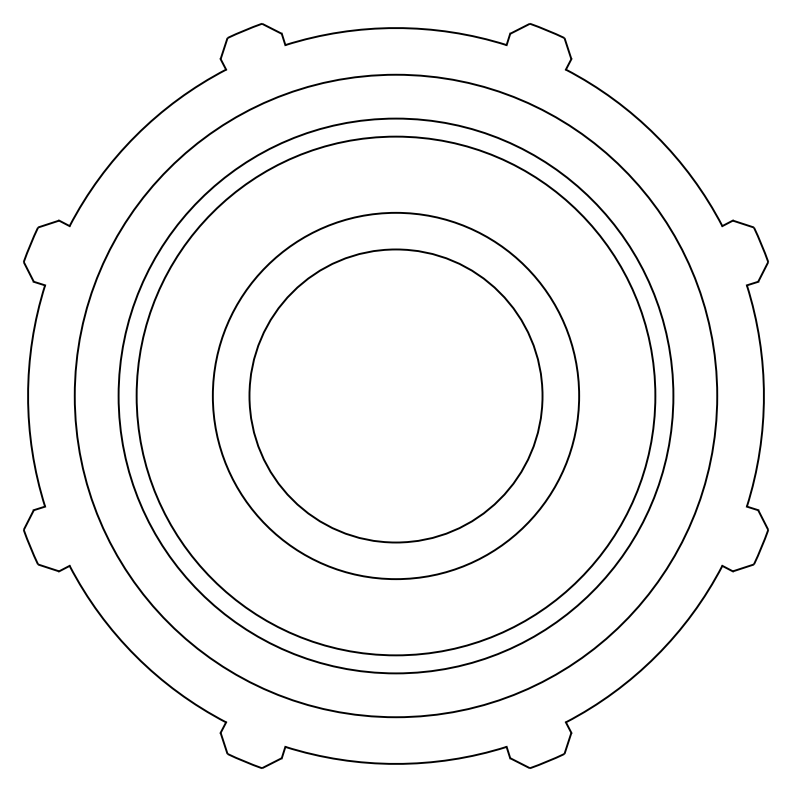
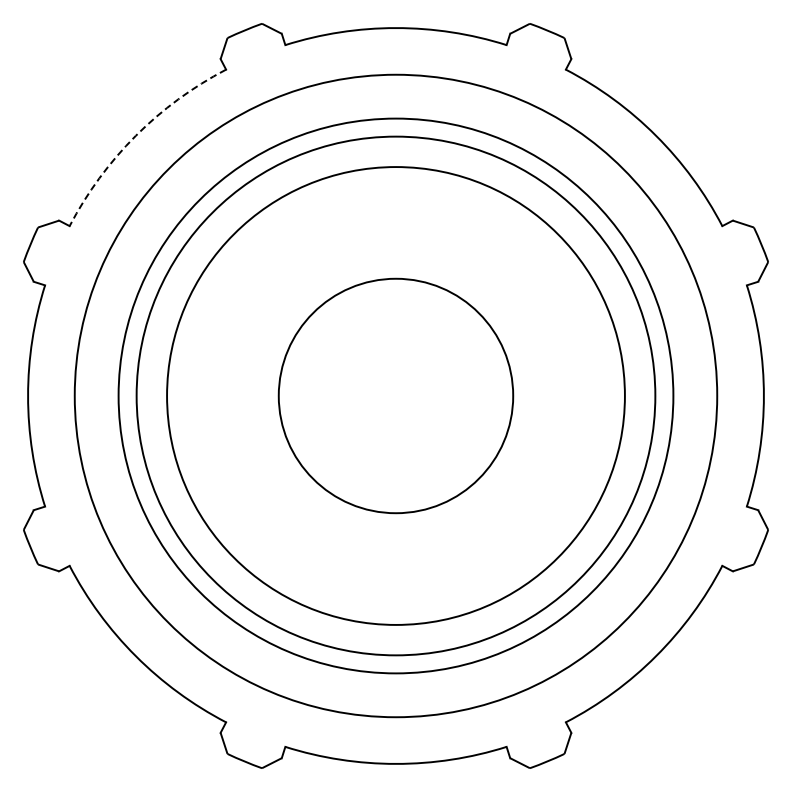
arc at (135, 135): solid -> dashed
circle at (395, 395) diameter: 293 px -> 234 px
circle at (395, 395) diameter: 366 px -> 458 px
